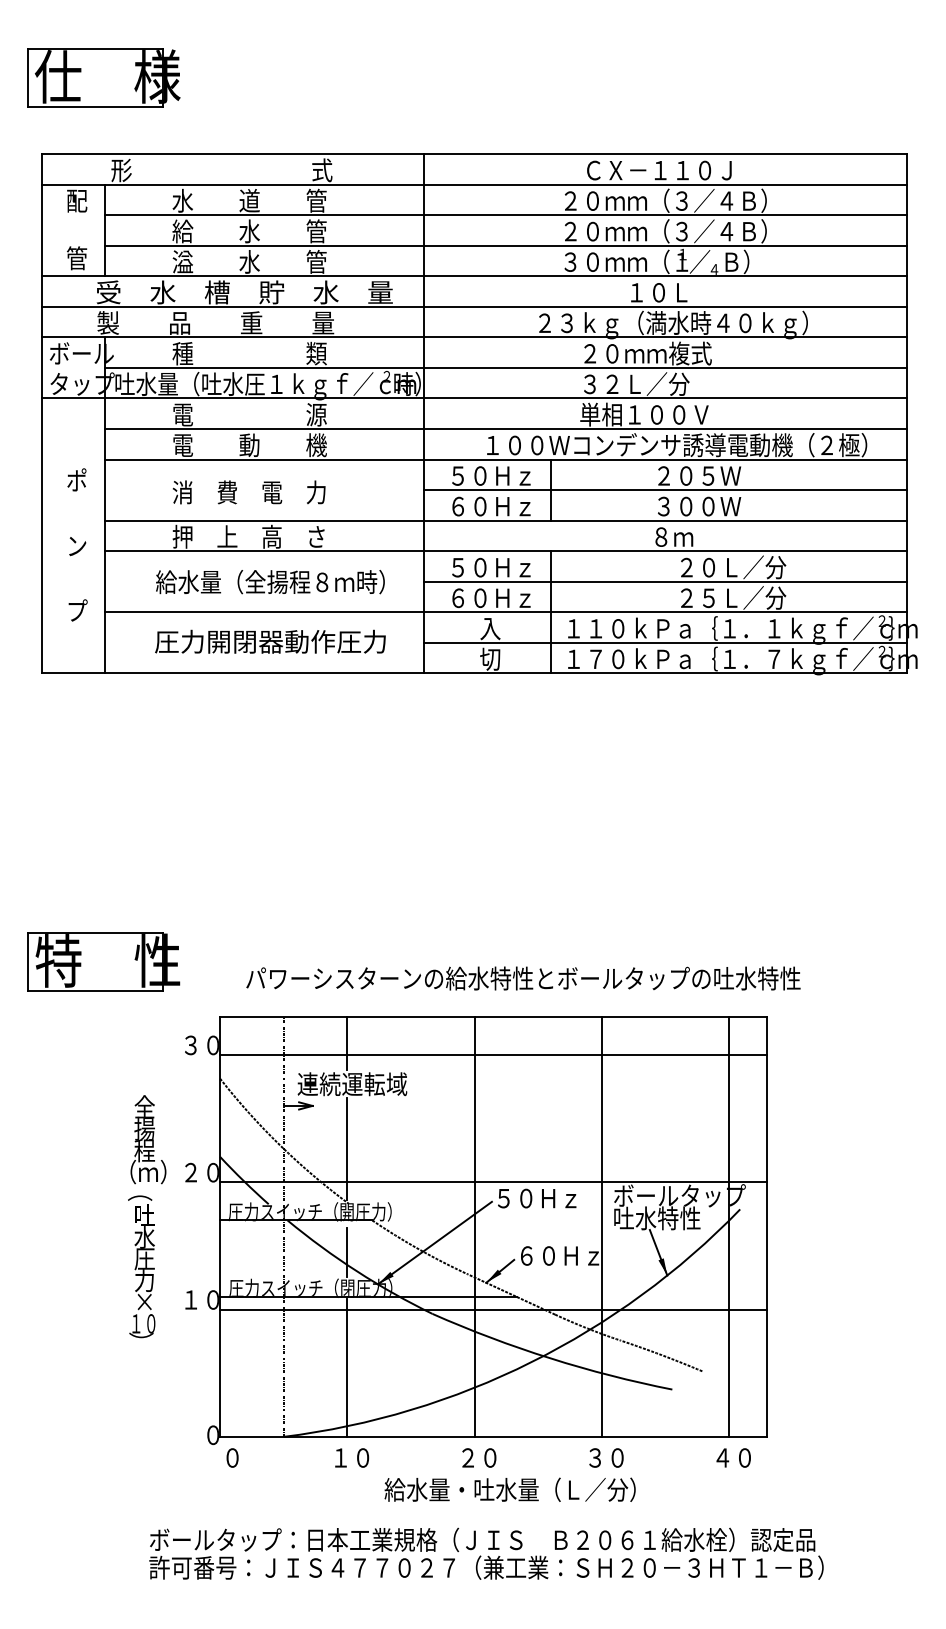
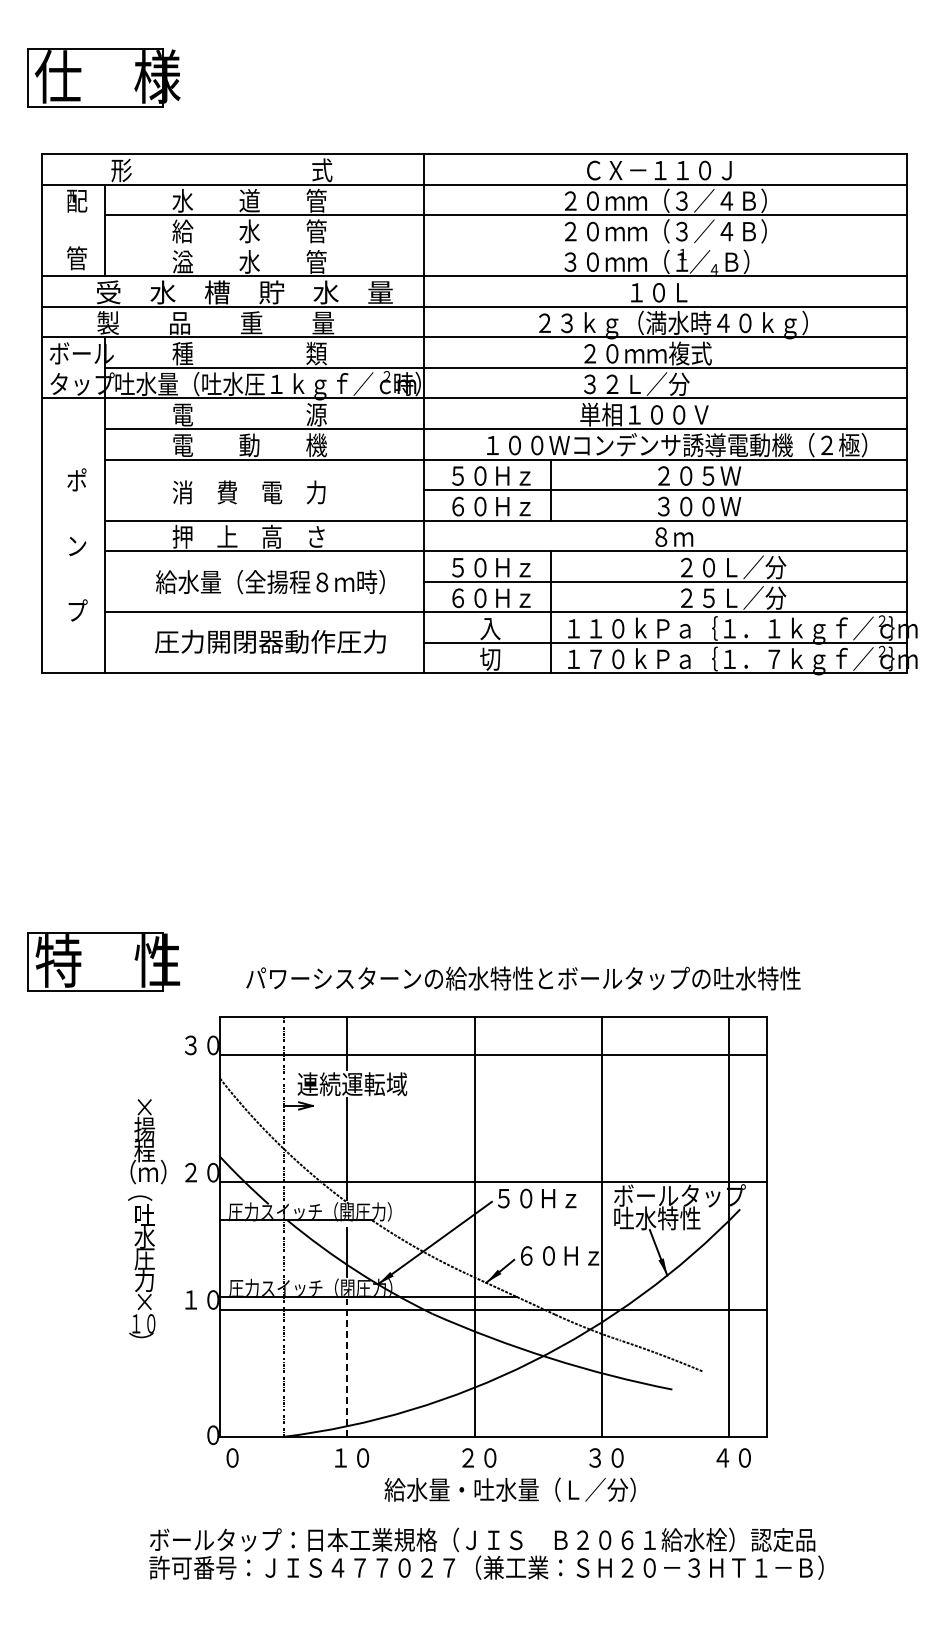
line at (506, 245): present -> none
text at (144, 1106): 全 -> ×
line at (347, 1367): solid -> dashed
